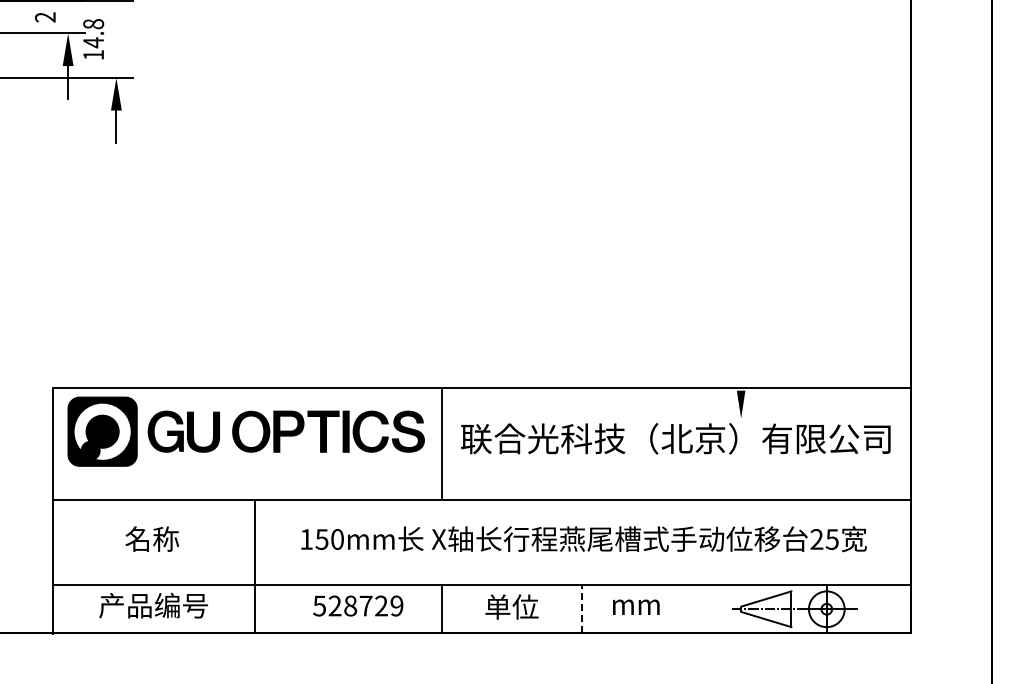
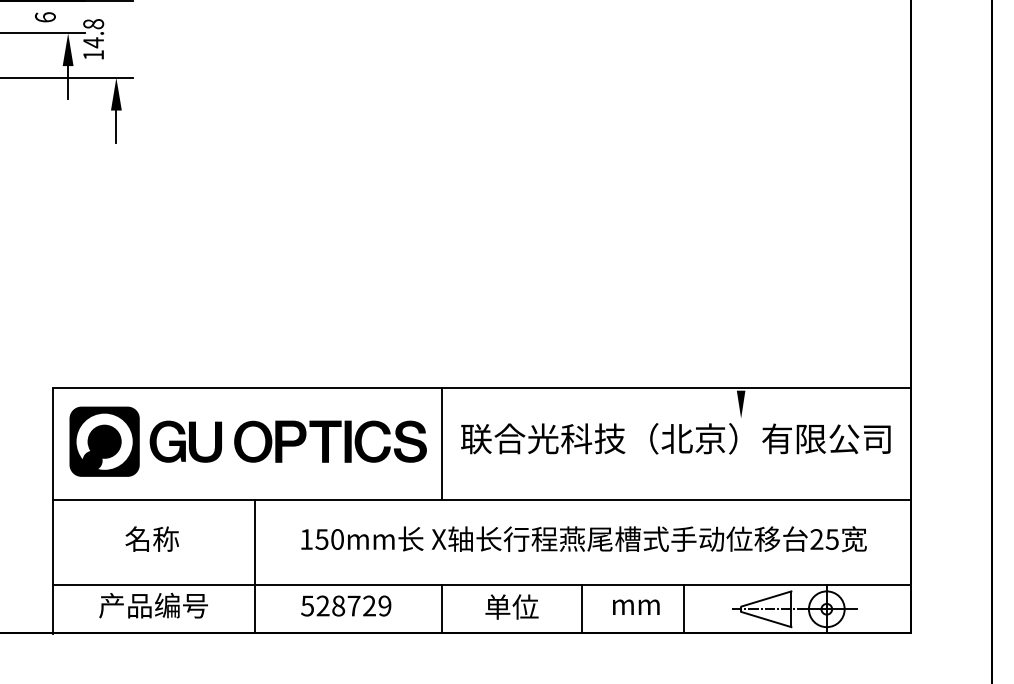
text at (45, 17): 2 -> 6
part at (245, 431) position: (245, 431) -> (247, 441)
text at (358, 605) position: (358, 605) -> (346, 605)
line at (581, 609): dashed -> solid
line at (684, 609): none -> present
